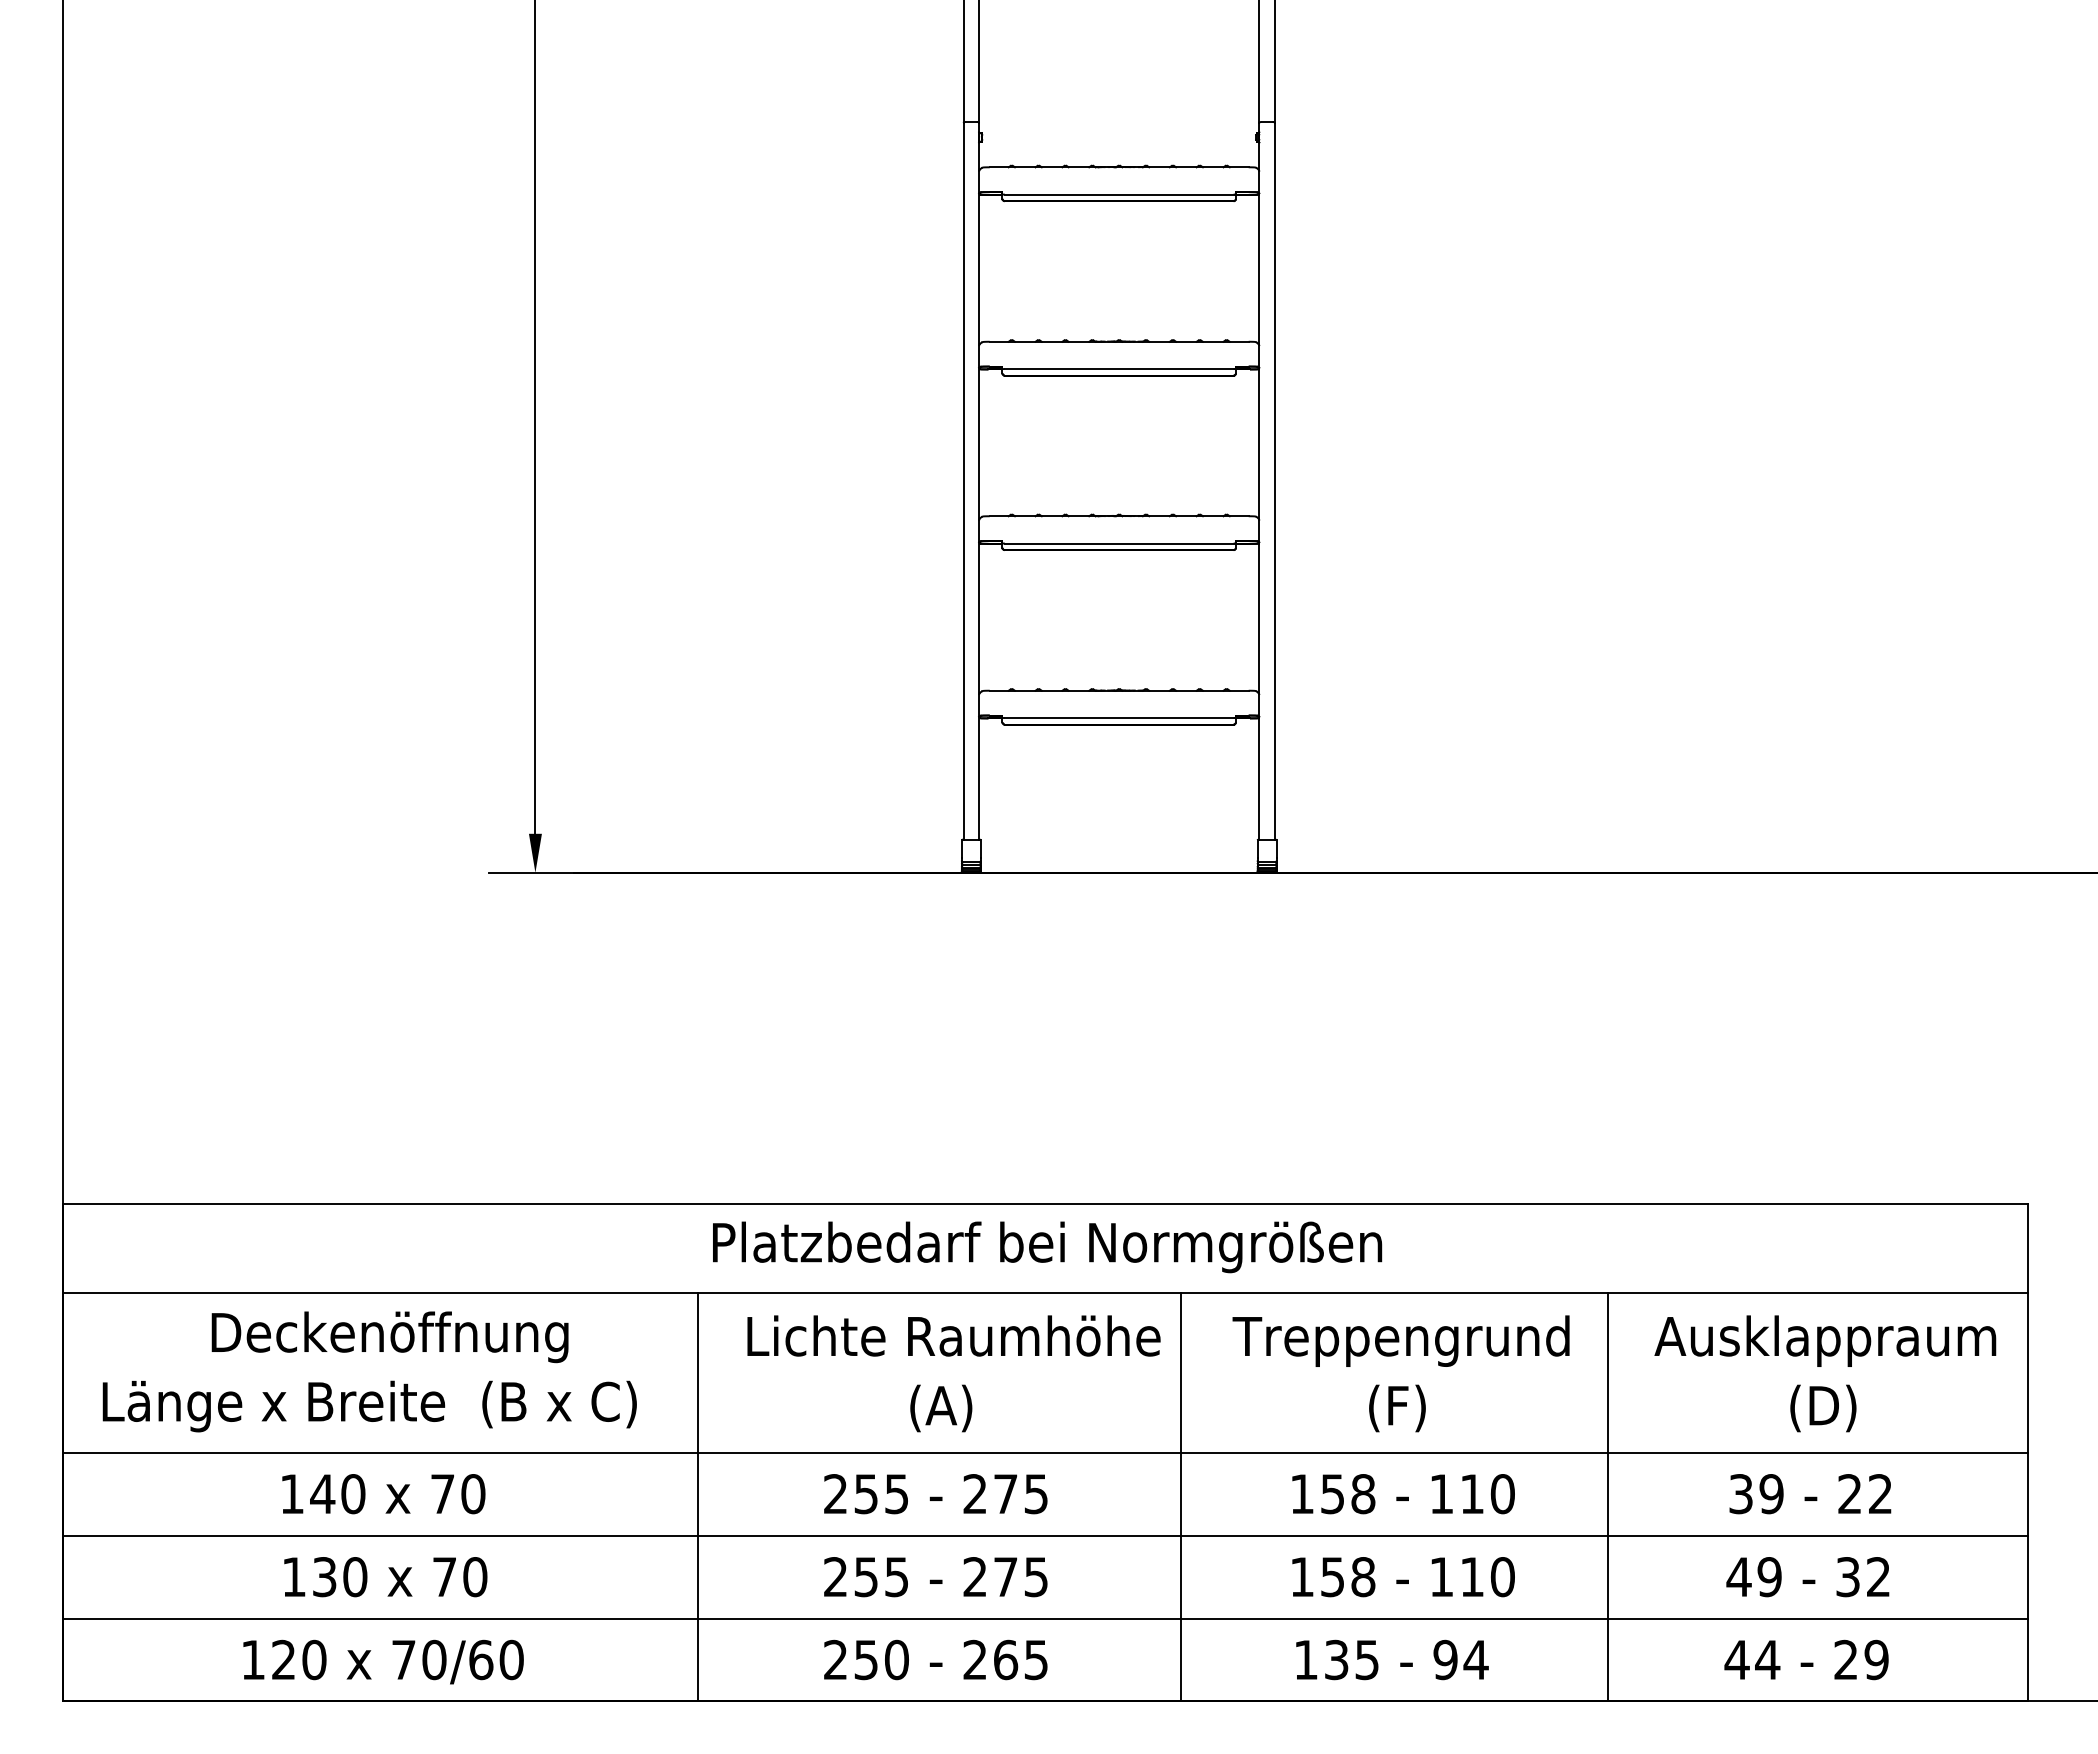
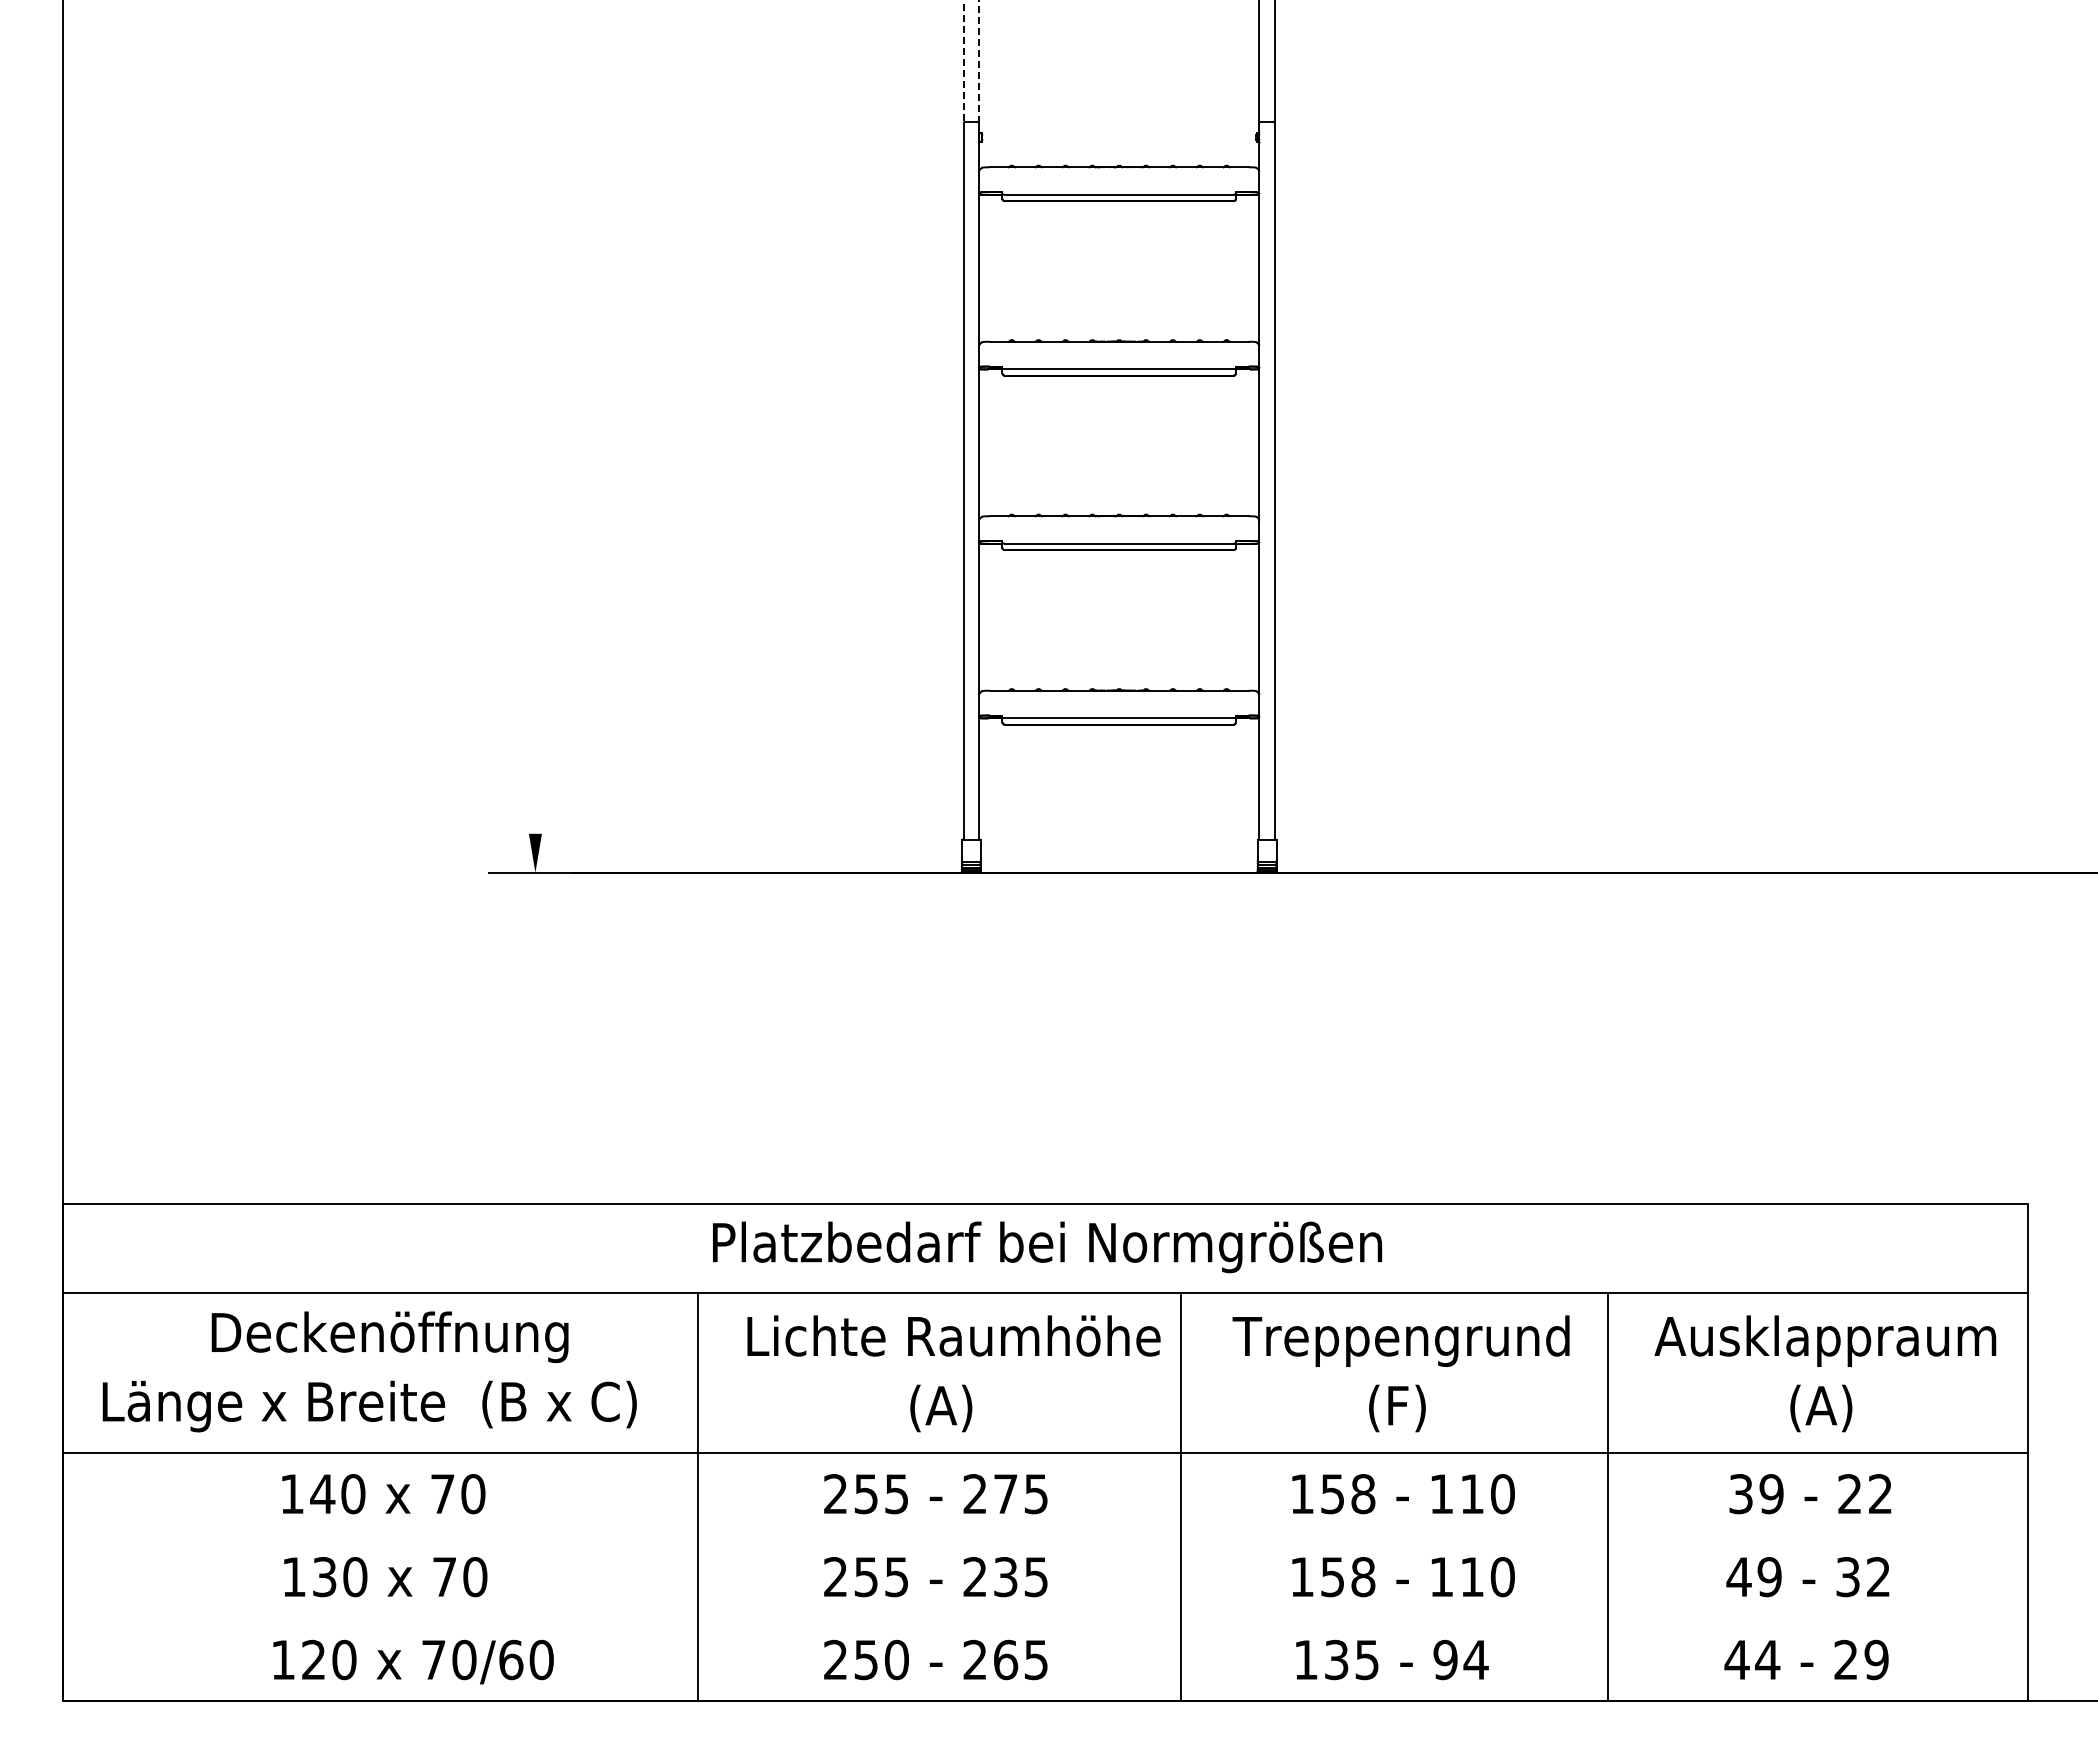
line at (963, 61): solid -> dashed
line at (979, 61): solid -> dashed
line at (535, 417): present -> none
text at (1830, 1408): (D) -> (A)
line at (1044, 1535): present -> none
text at (1005, 1577): 275 -> 235
line at (1044, 1618): present -> none
text at (383, 1661) position: (383, 1661) -> (413, 1661)
